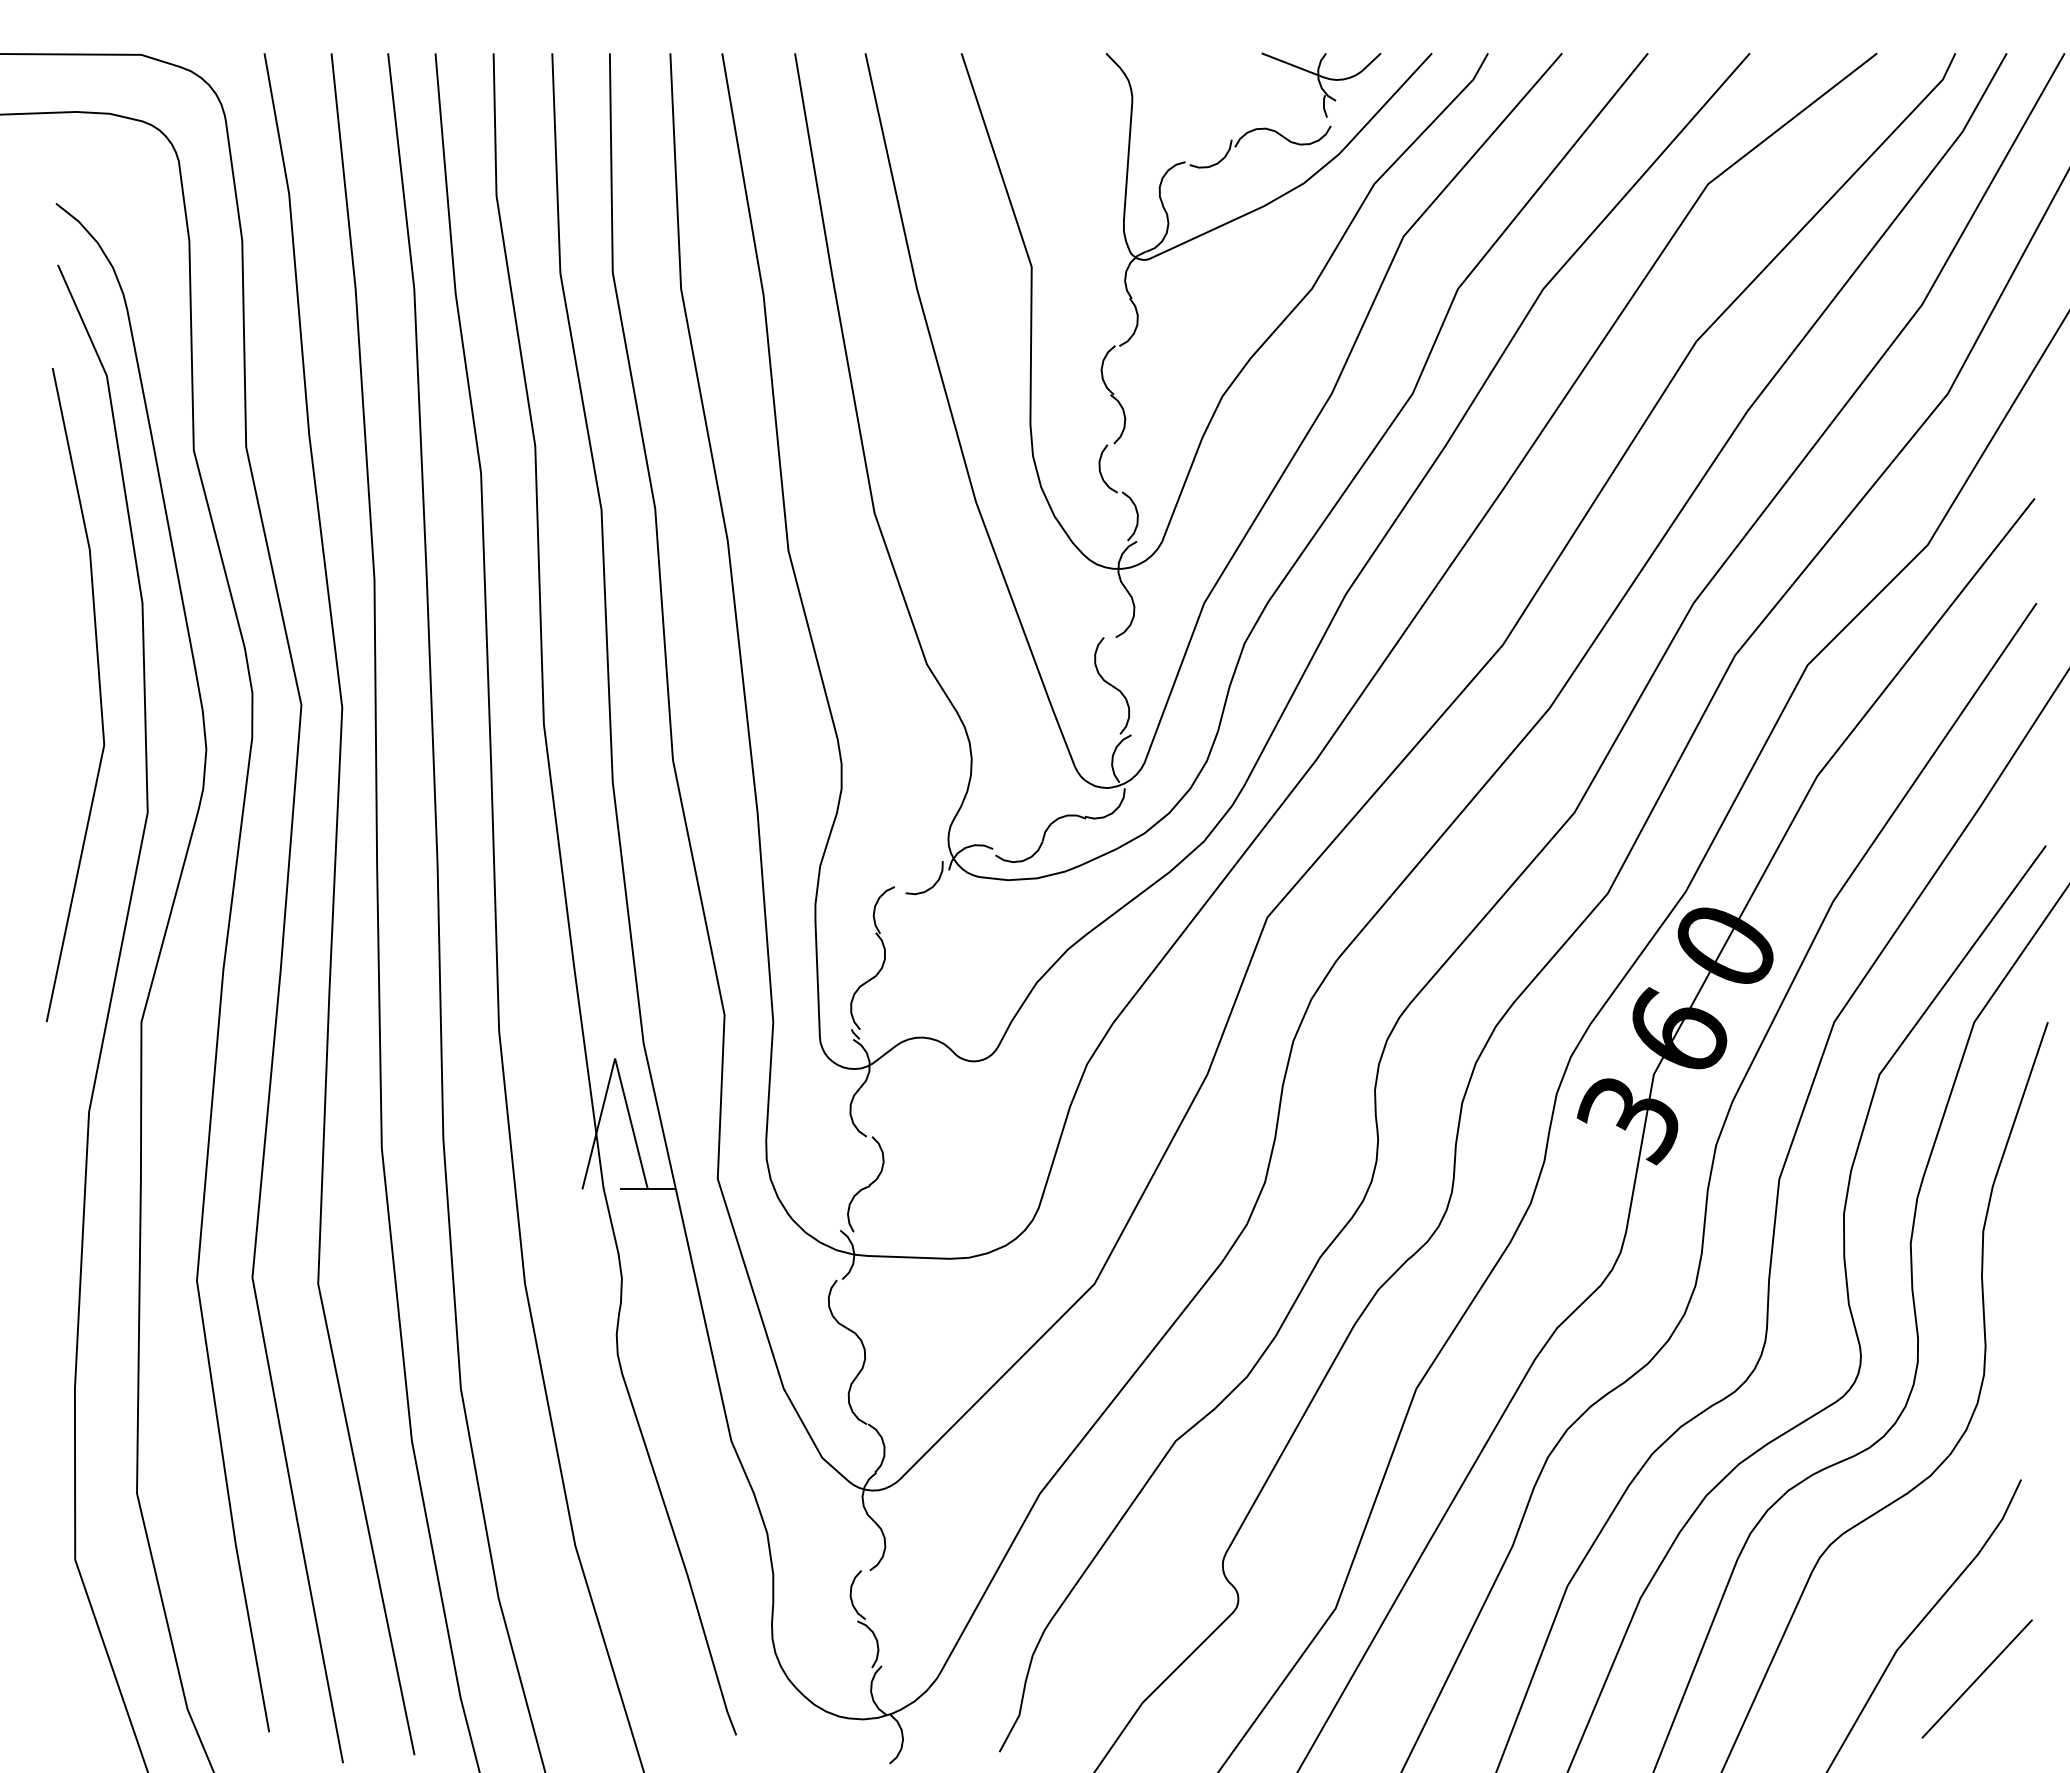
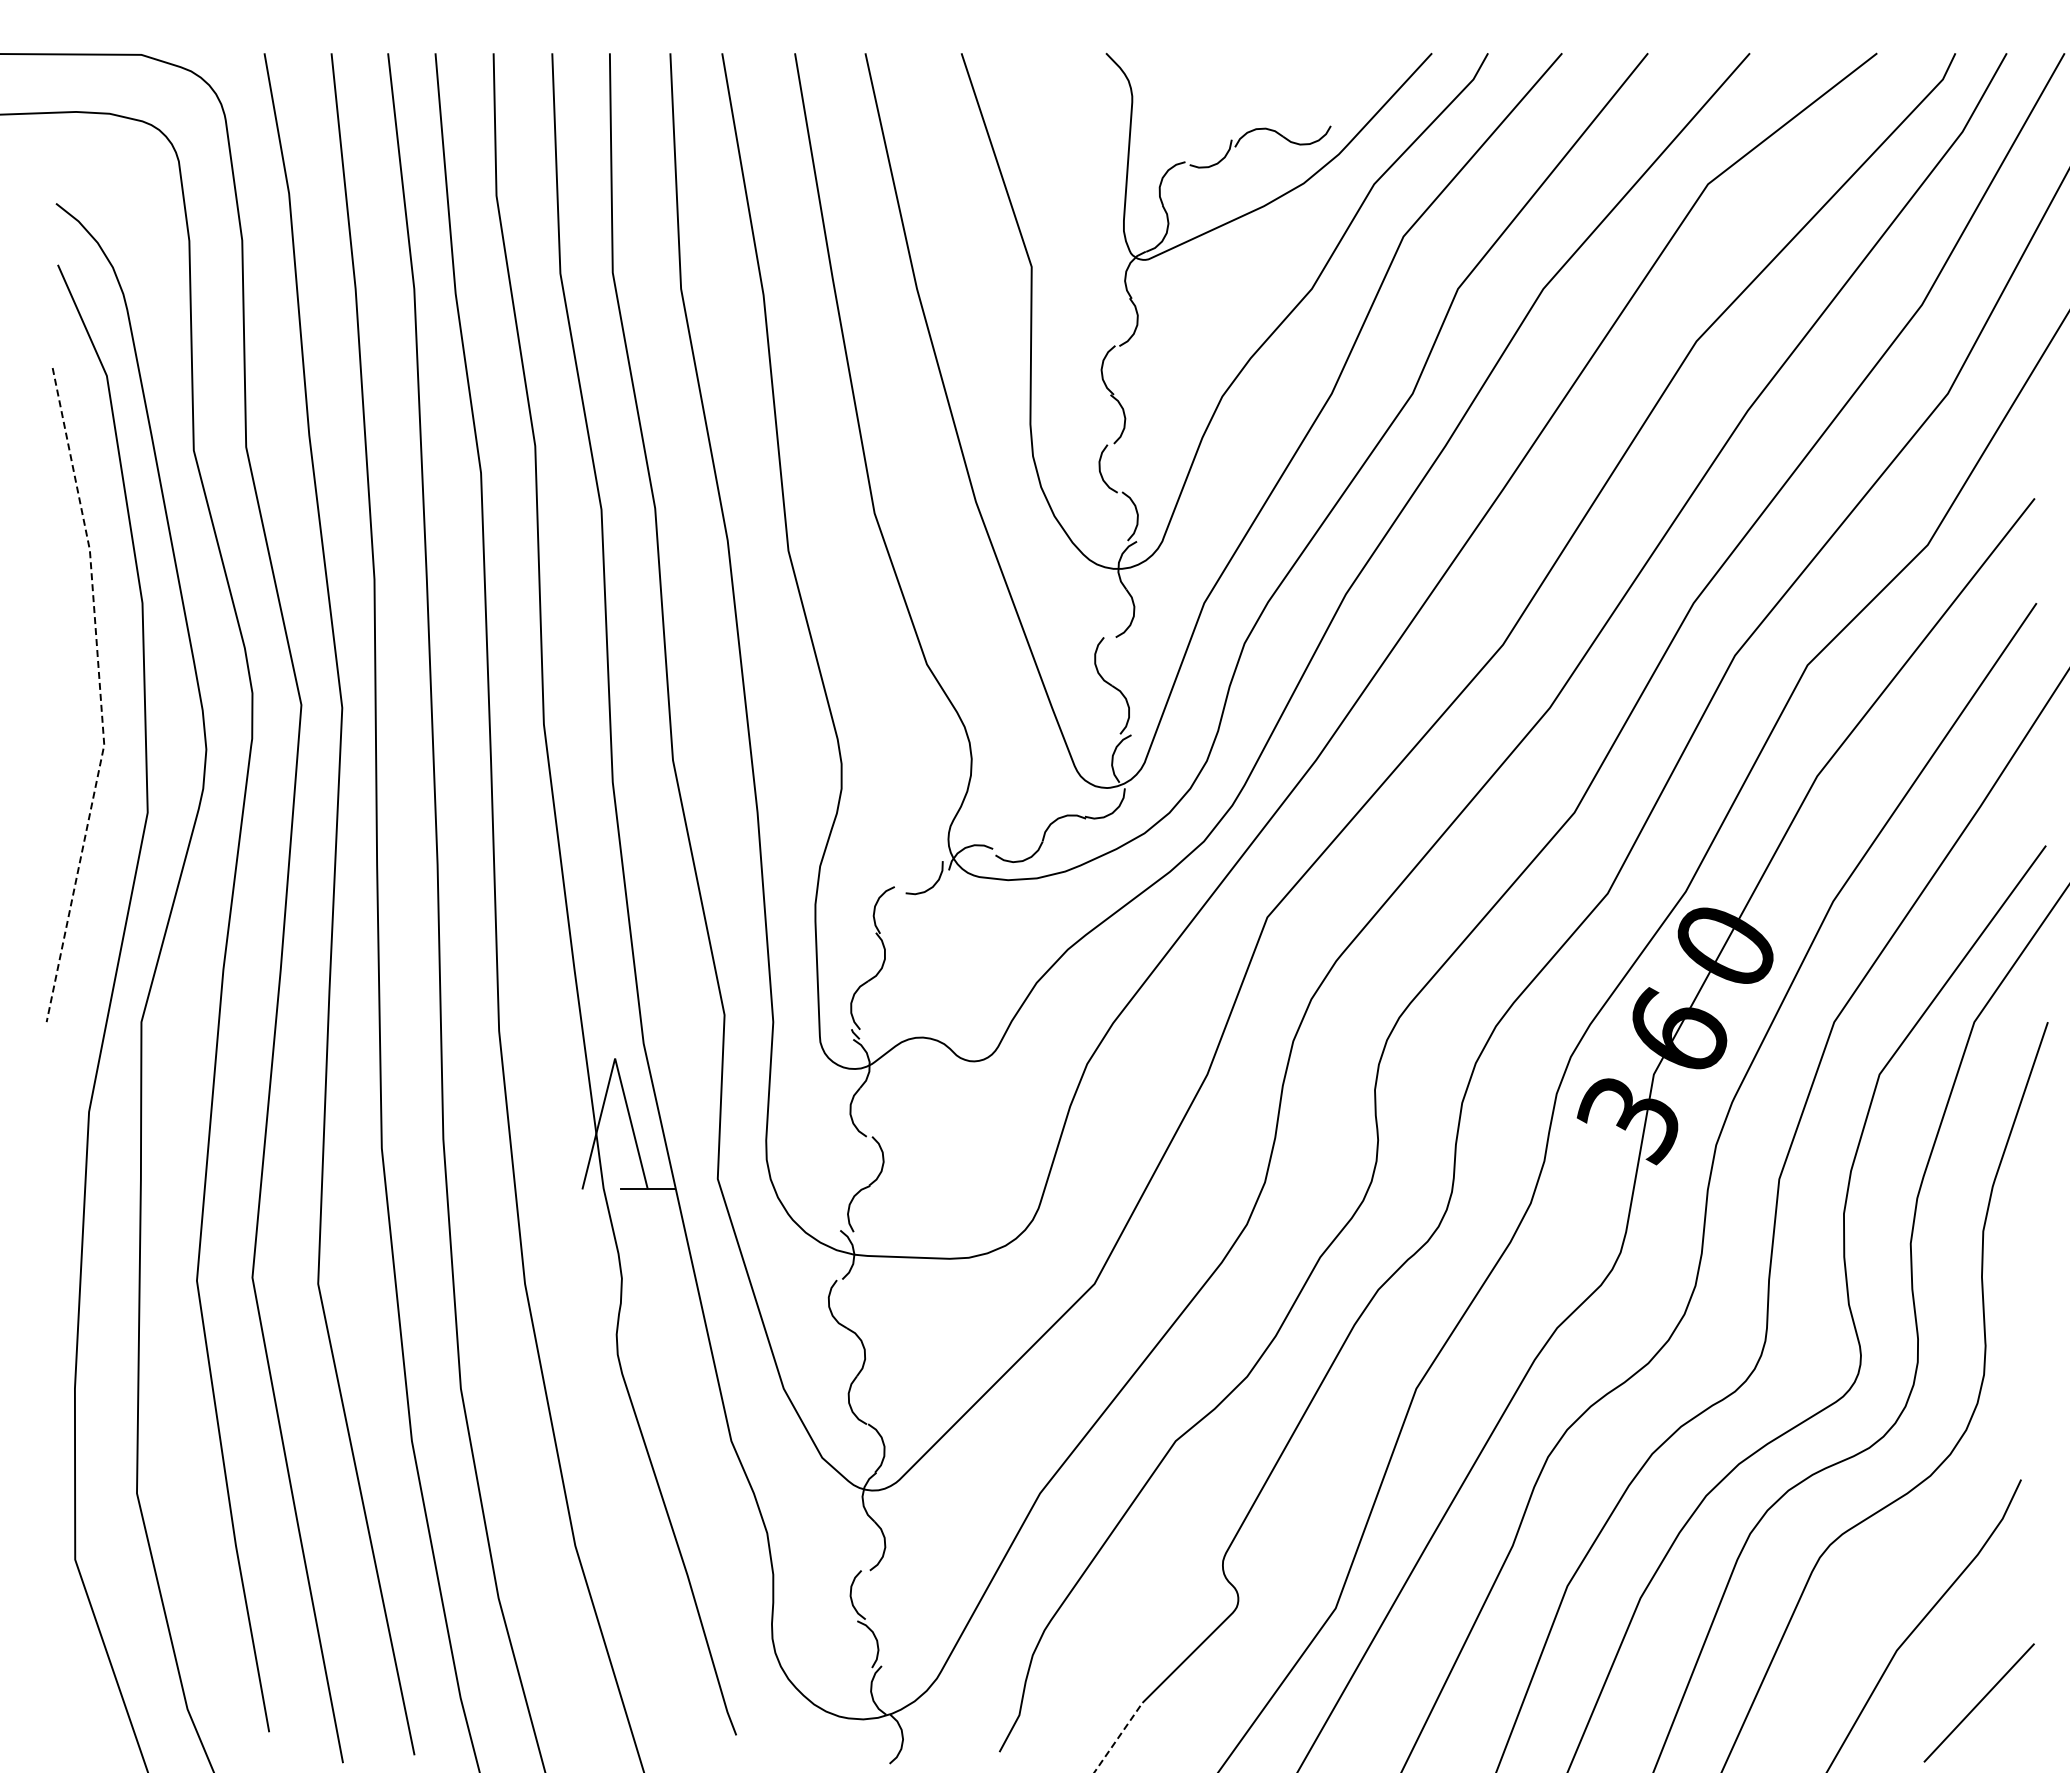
part at (1321, 84): present -> none
line at (100, 696): solid -> dashed
line at (1976, 1678) position: (1976, 1678) -> (1978, 1702)
line at (1118, 1737): solid -> dashed
